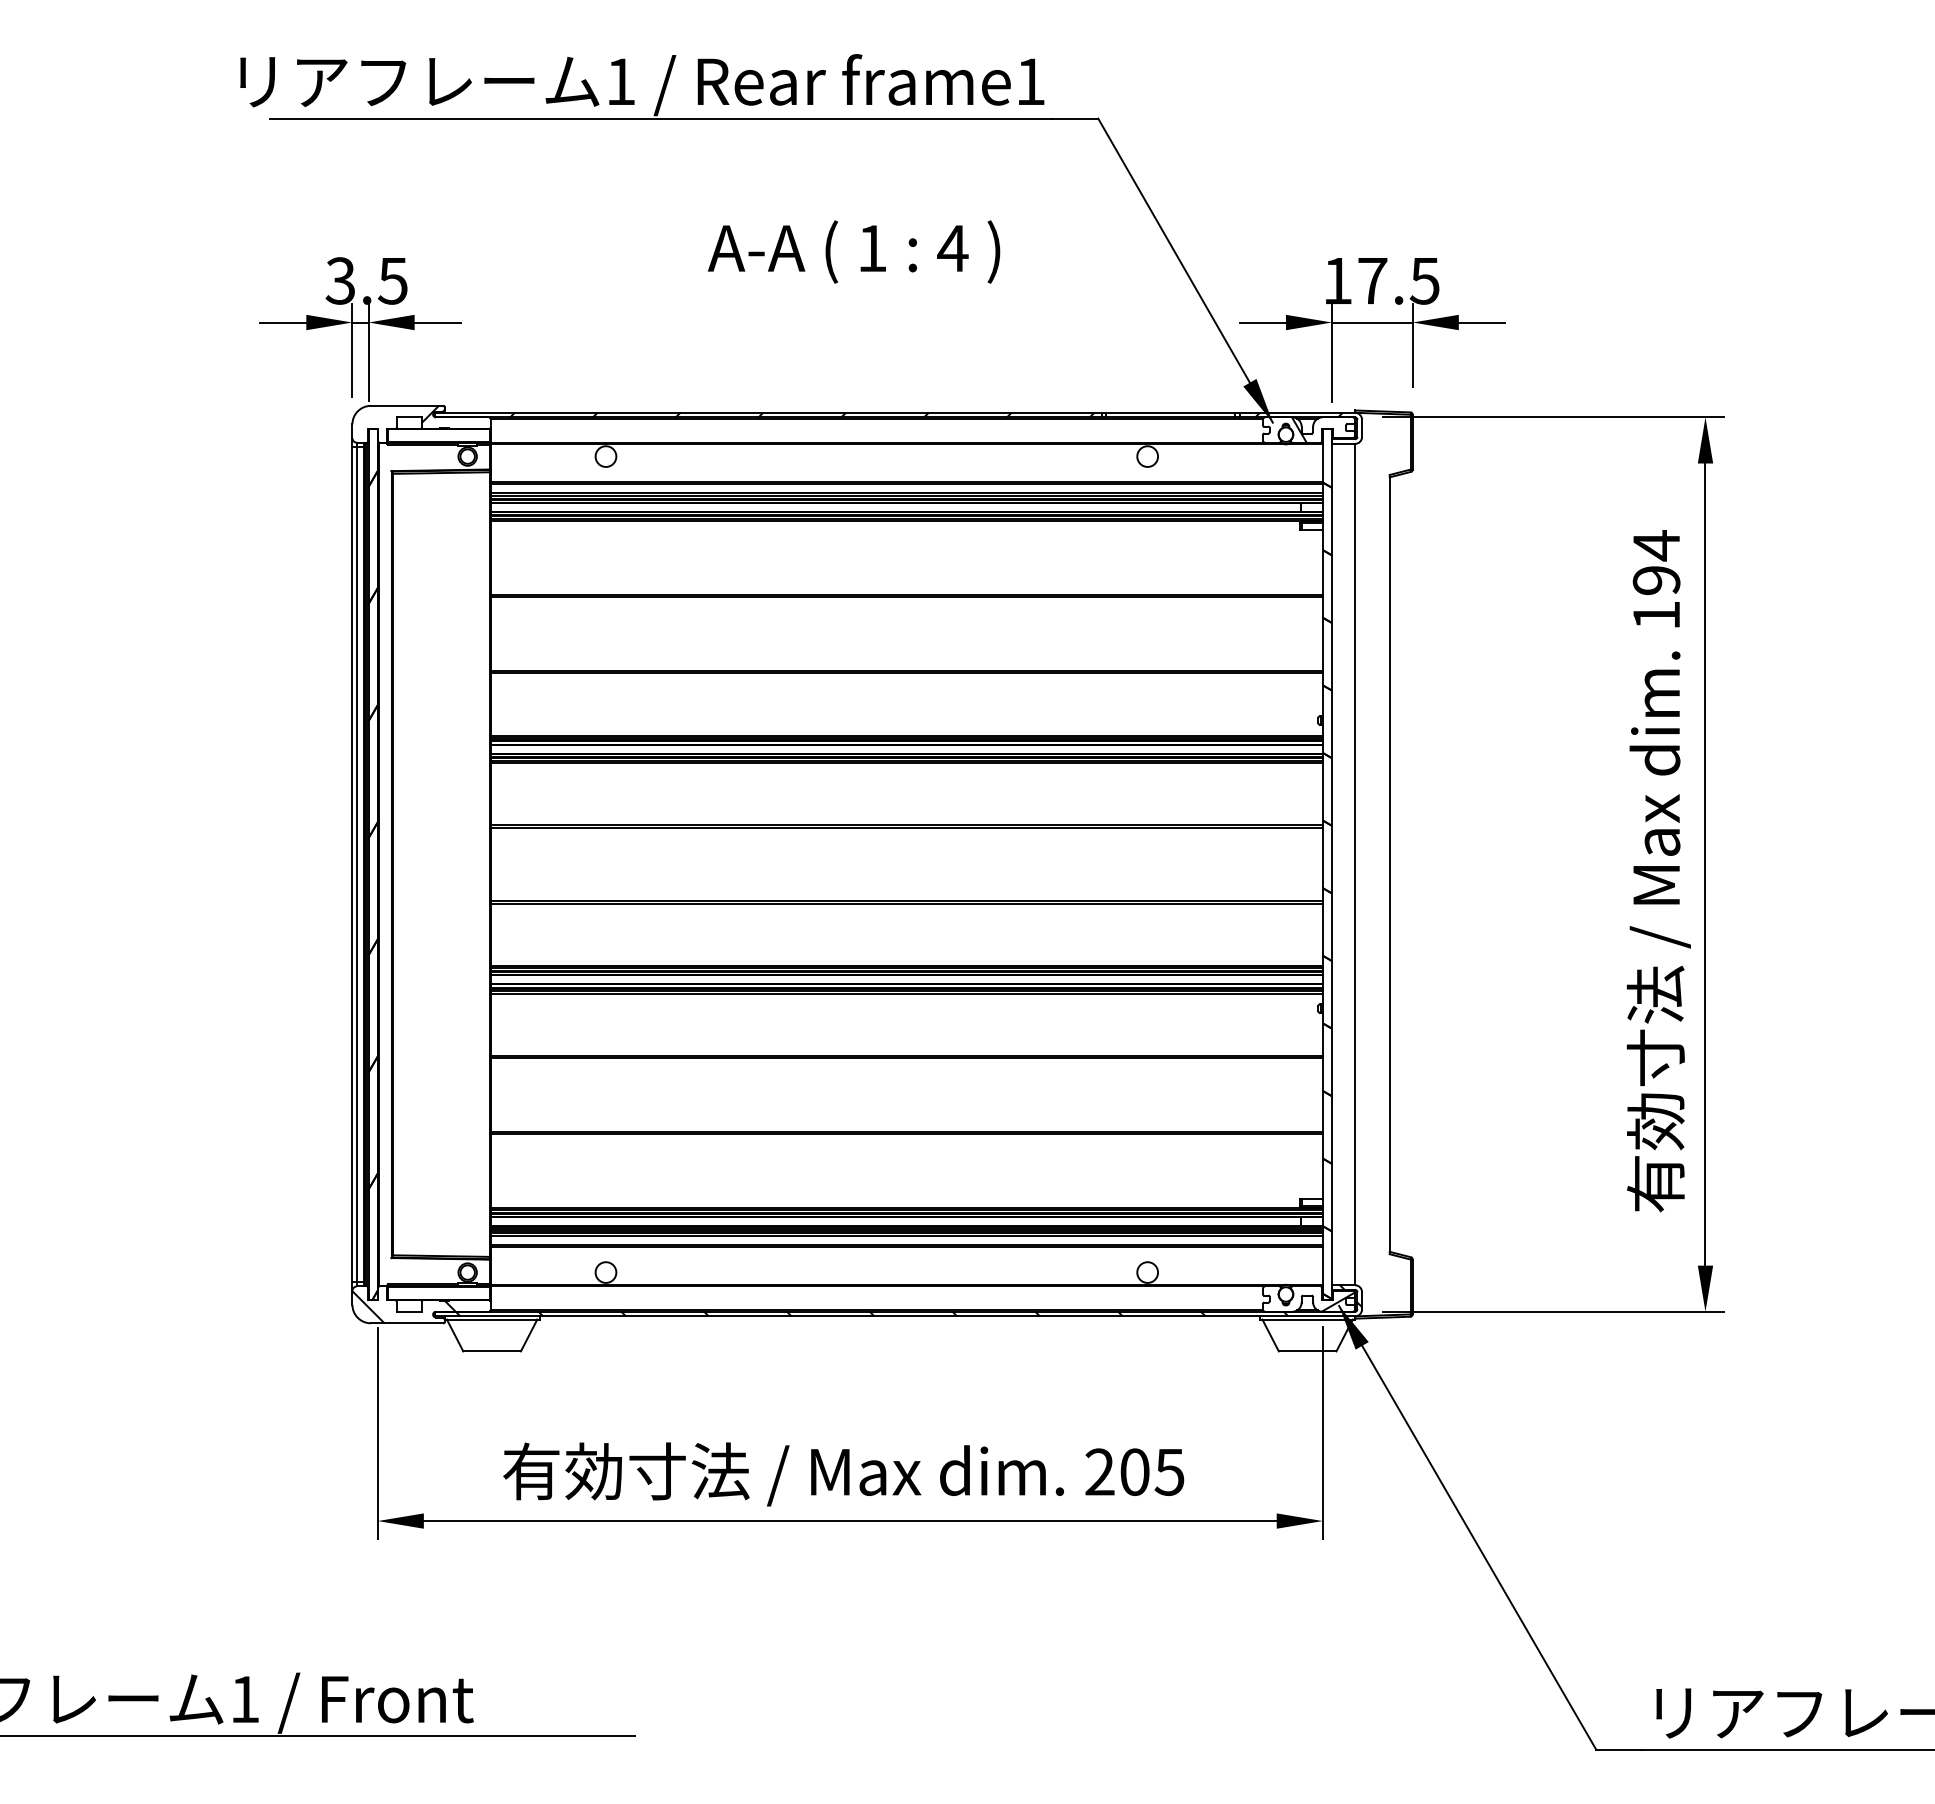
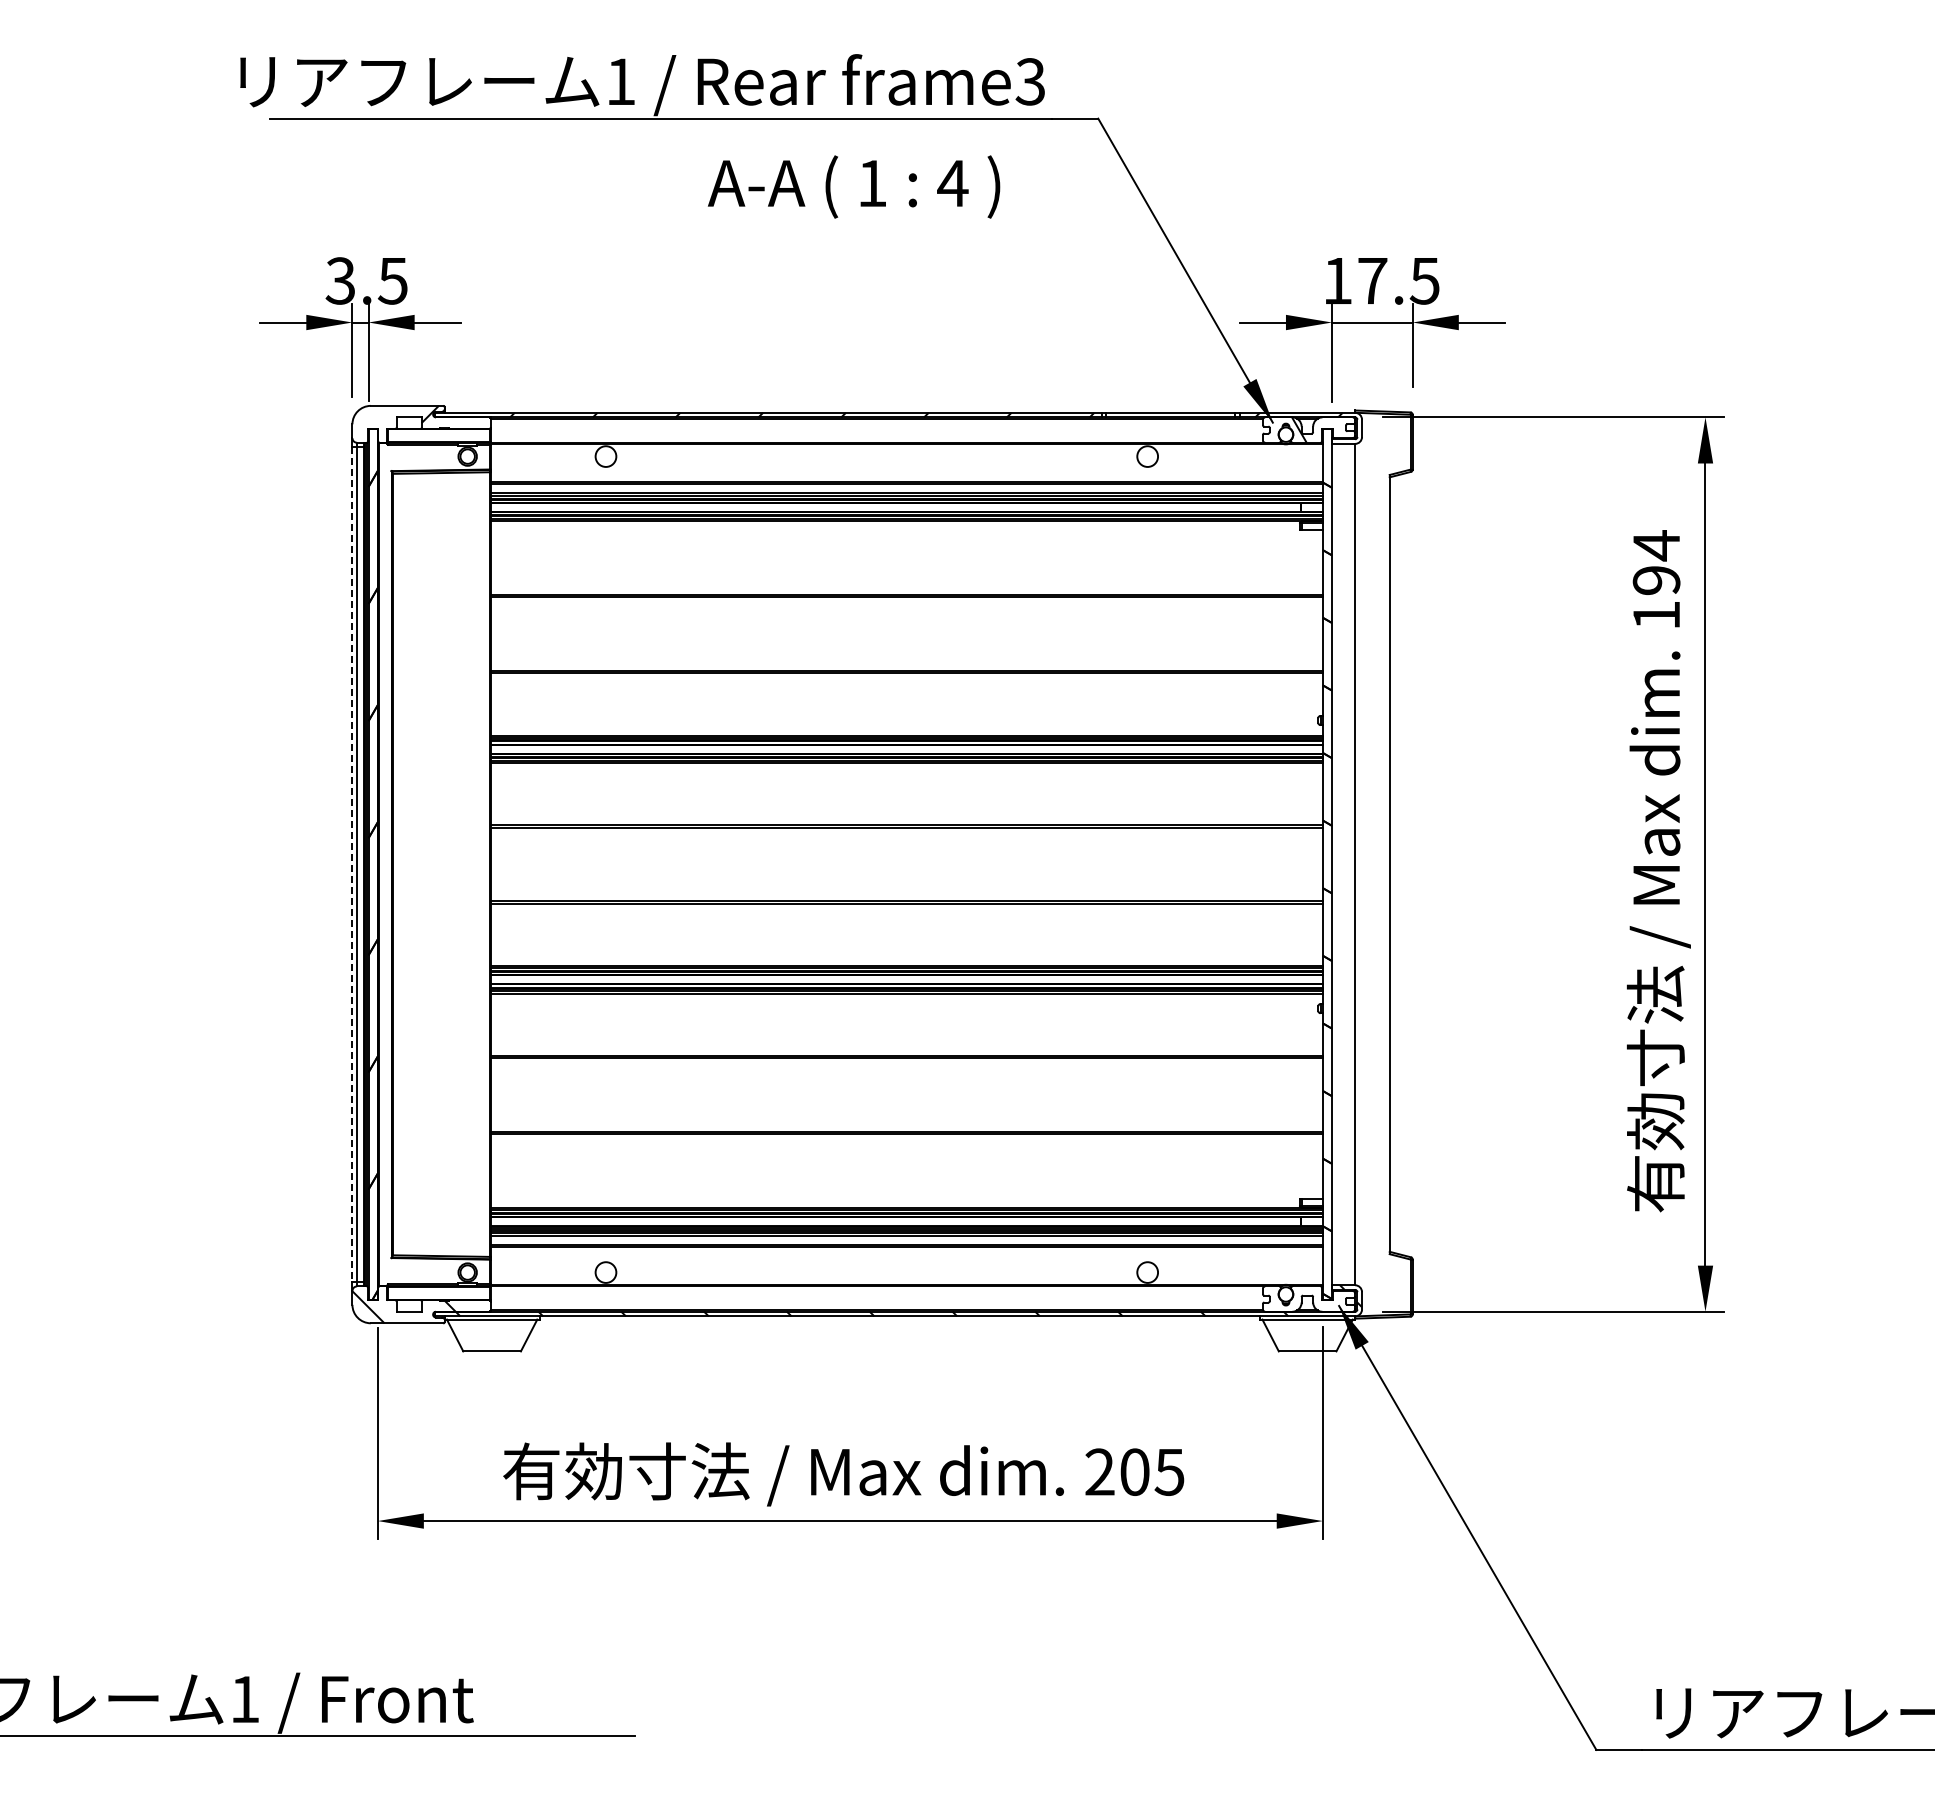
text at (1029, 81): frame1 -> frame3
text at (854, 251) position: (854, 251) -> (854, 186)
line at (352, 865): solid -> dashed
hatch at (1337, 1301): present -> none
